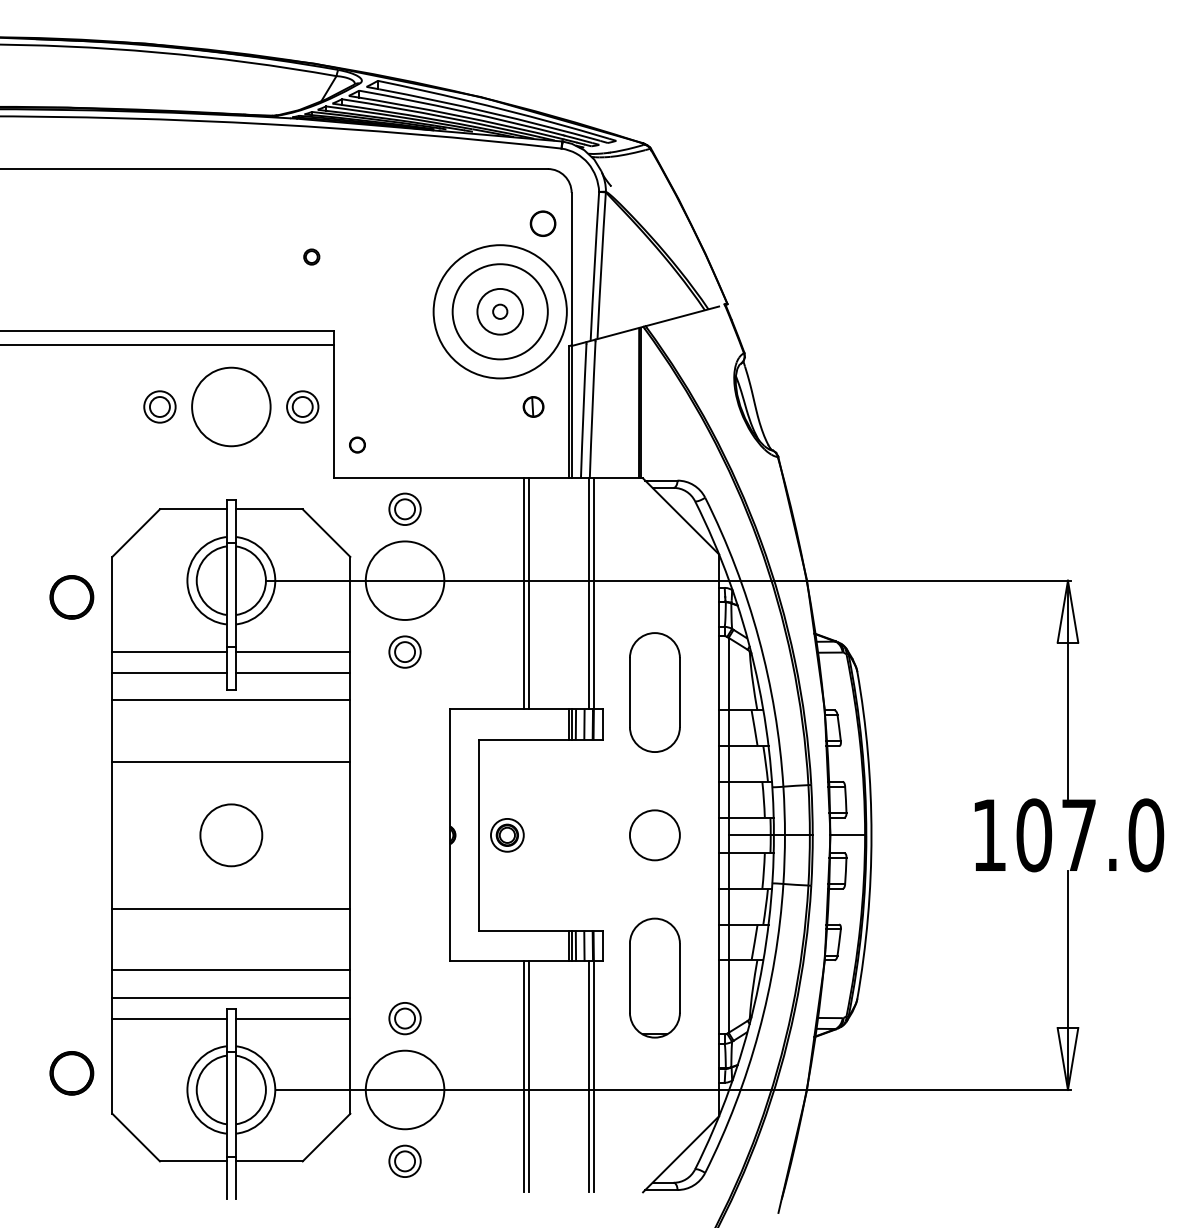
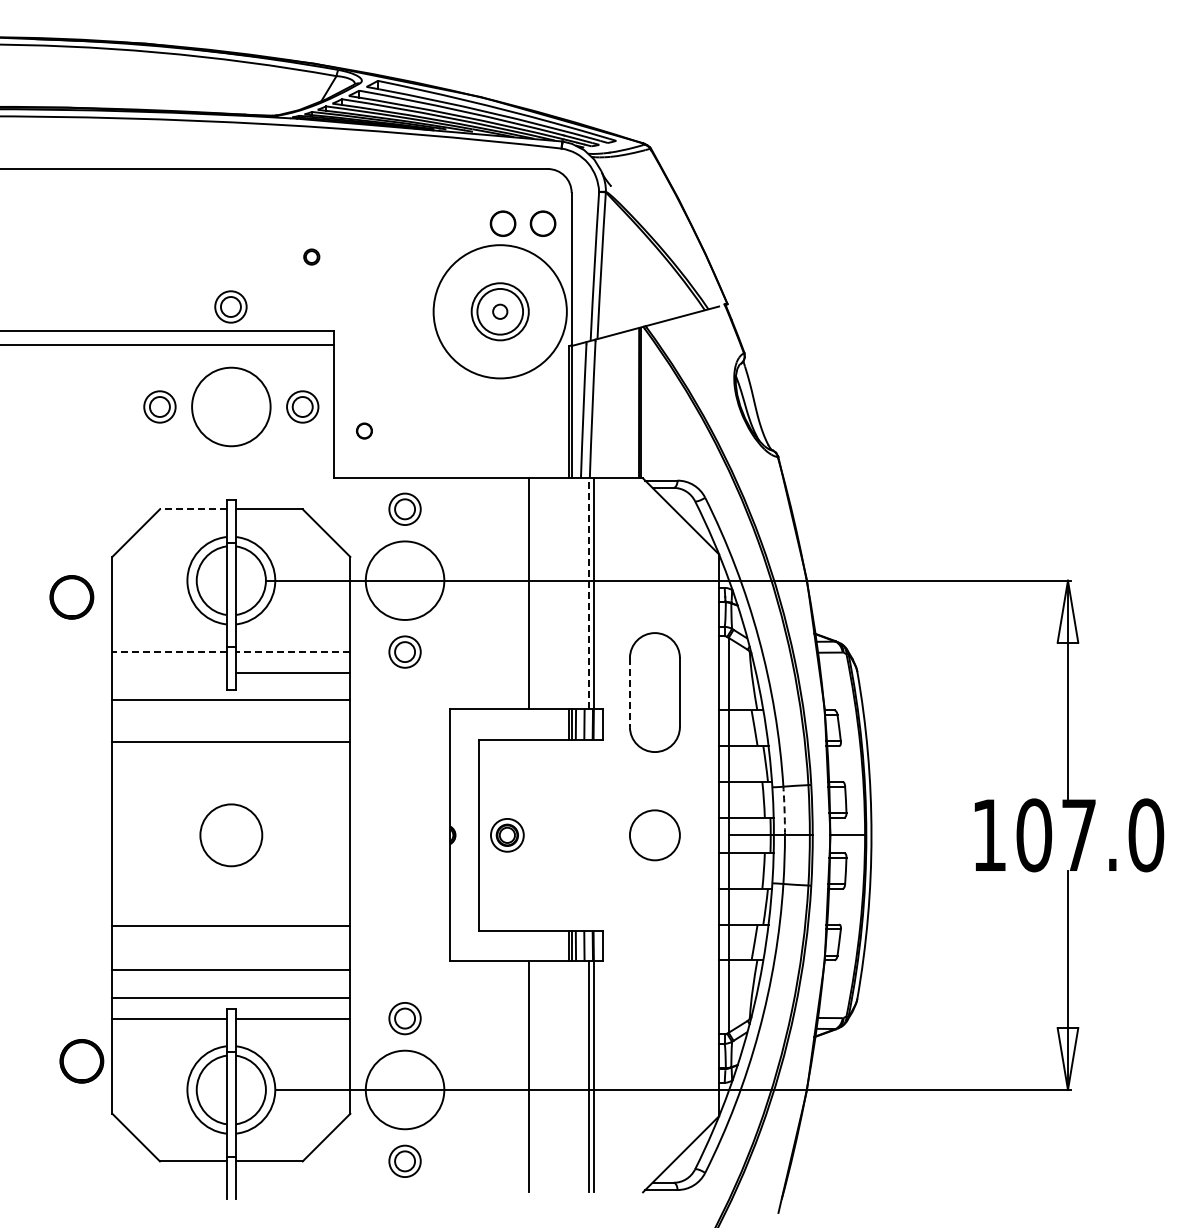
part at (502, 223): none -> present
part at (230, 306): none -> present
circle at (499, 311) diameter: 95 px -> 57 px
part at (533, 406): present -> none
circle at (357, 444) position: (357, 444) -> (364, 430)
line at (192, 509): solid -> dashed
line at (523, 593): present -> none
line at (589, 593): solid -> dashed
line at (168, 652): solid -> dashed
line at (292, 652): solid -> dashed
line at (169, 672): present -> none
line at (629, 692): solid -> dashed
line at (231, 762) position: (231, 762) -> (231, 742)
arc at (784, 811): solid -> dashed
line at (231, 908) position: (231, 908) -> (231, 925)
part at (654, 977): present -> none
part at (71, 1073) position: (71, 1073) -> (81, 1061)
line at (523, 1076): present -> none
